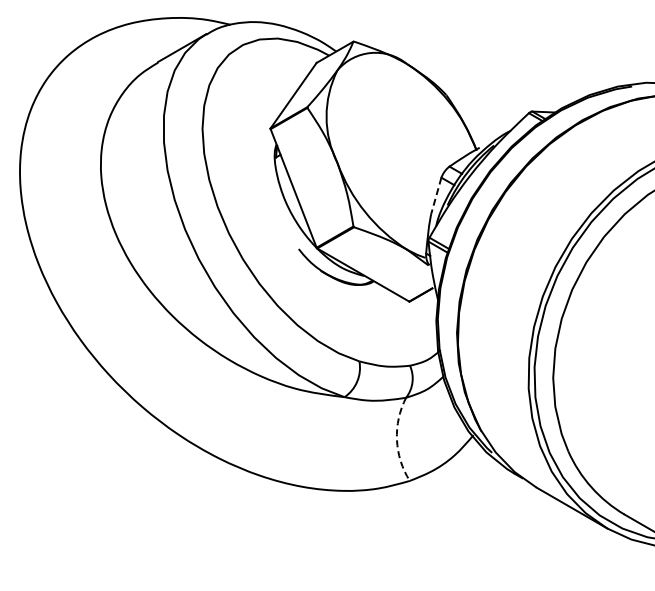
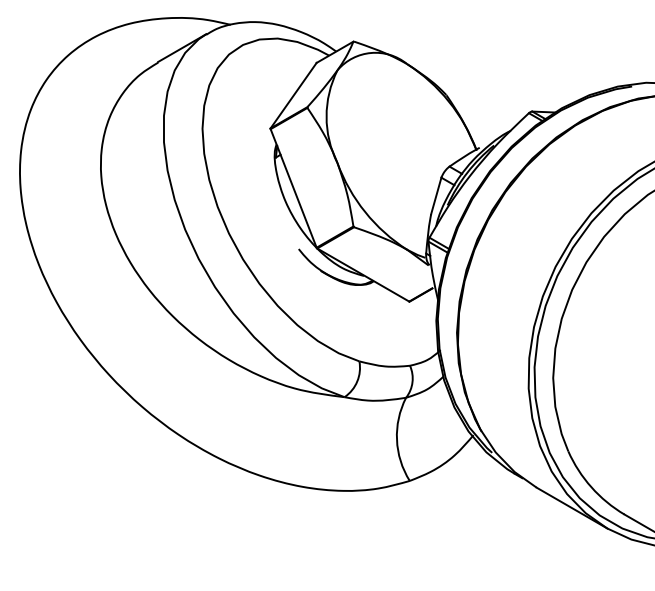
line at (436, 195): dashed -> solid
arc at (396, 439): dashed -> solid
